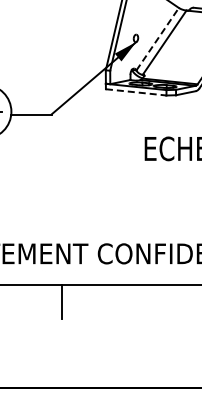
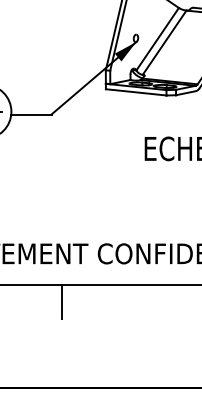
line at (157, 39): dashed -> solid
line at (136, 92): dashed -> solid
